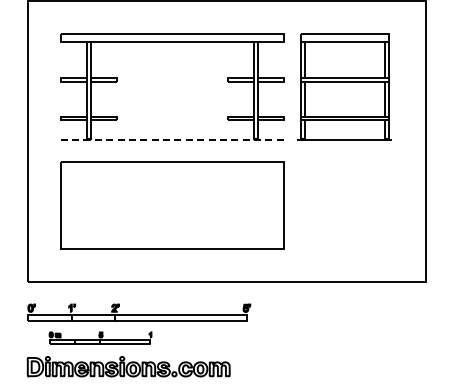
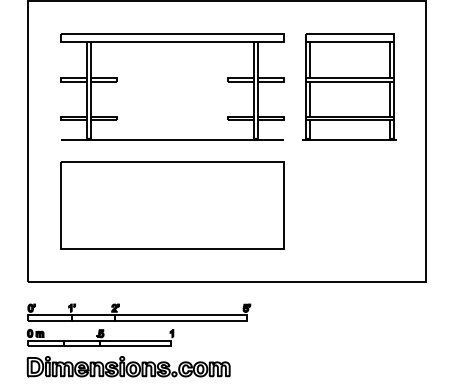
part at (344, 86) position: (344, 86) -> (349, 86)
line at (172, 140): dashed -> solid
part at (100, 337) size: 105x14 px -> 149x18 px
